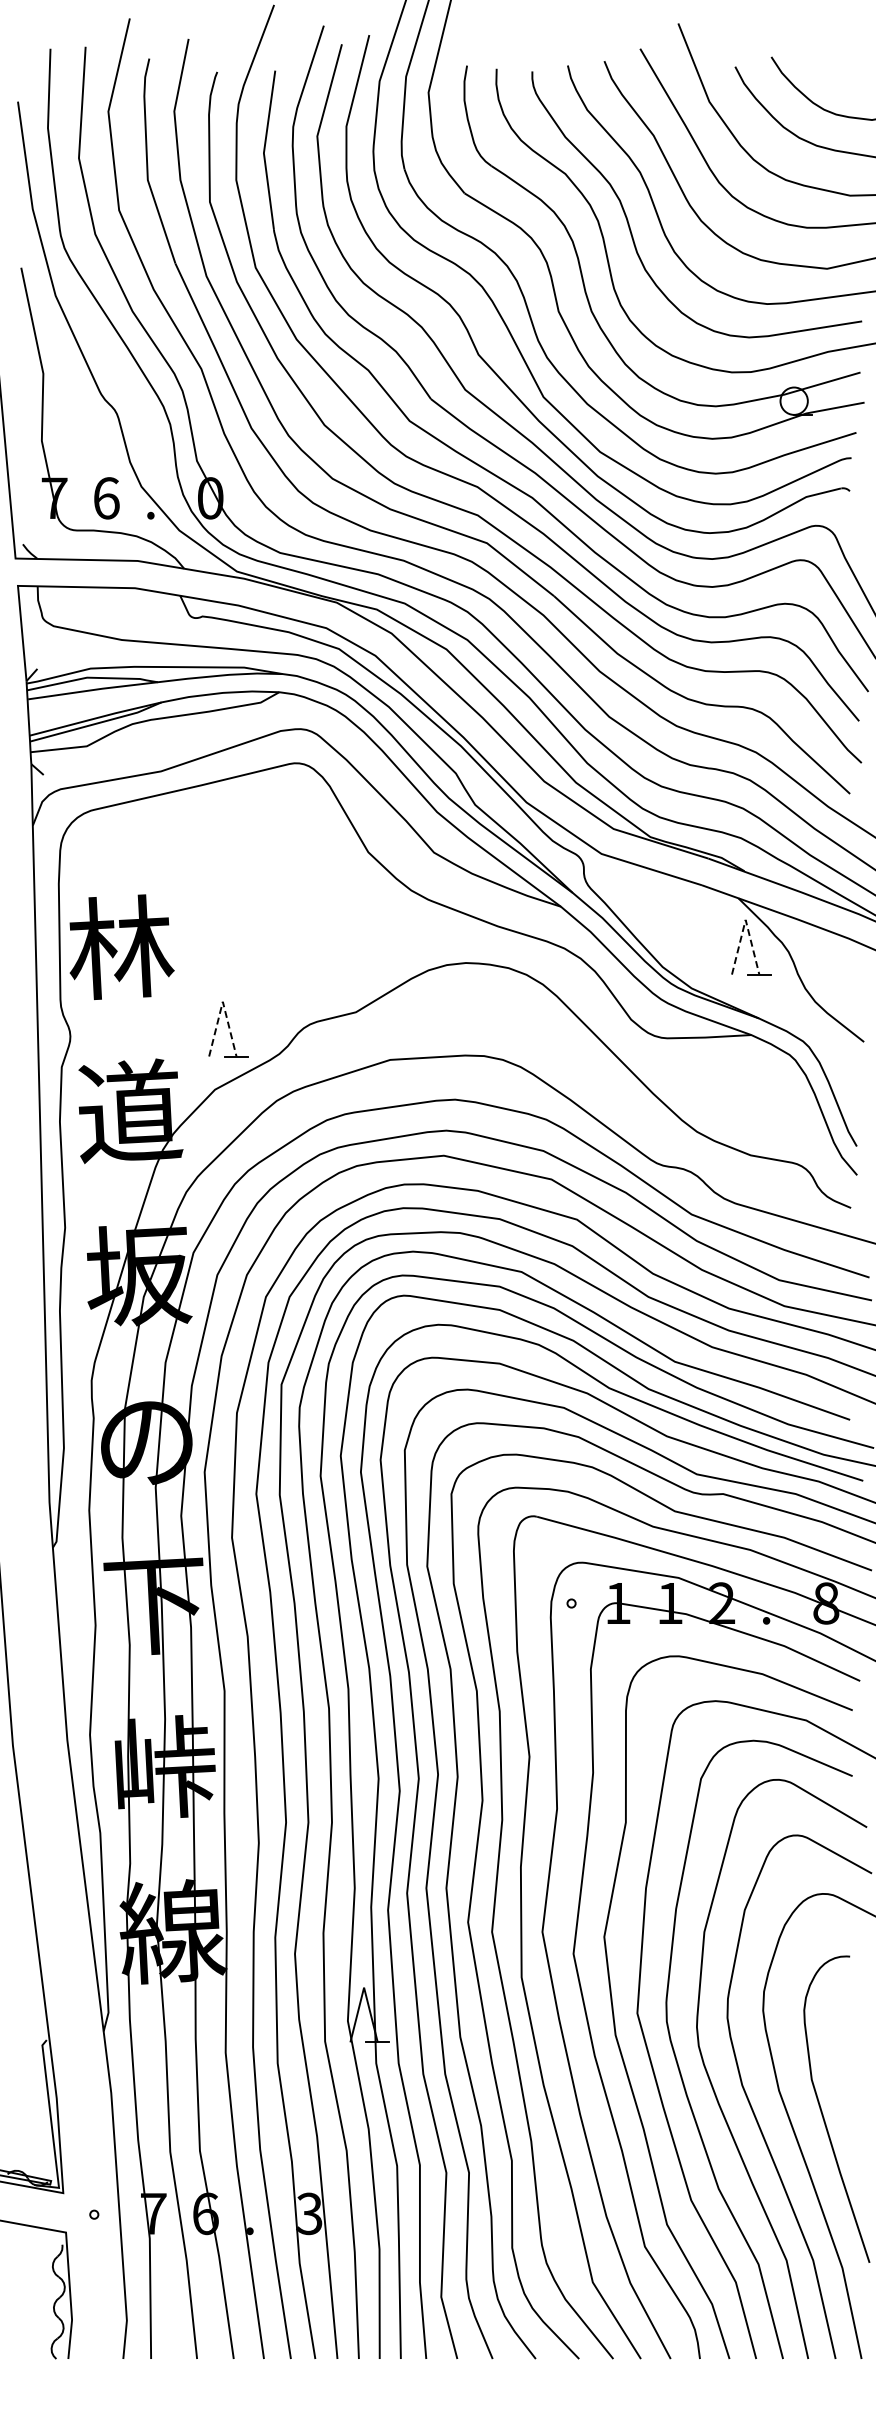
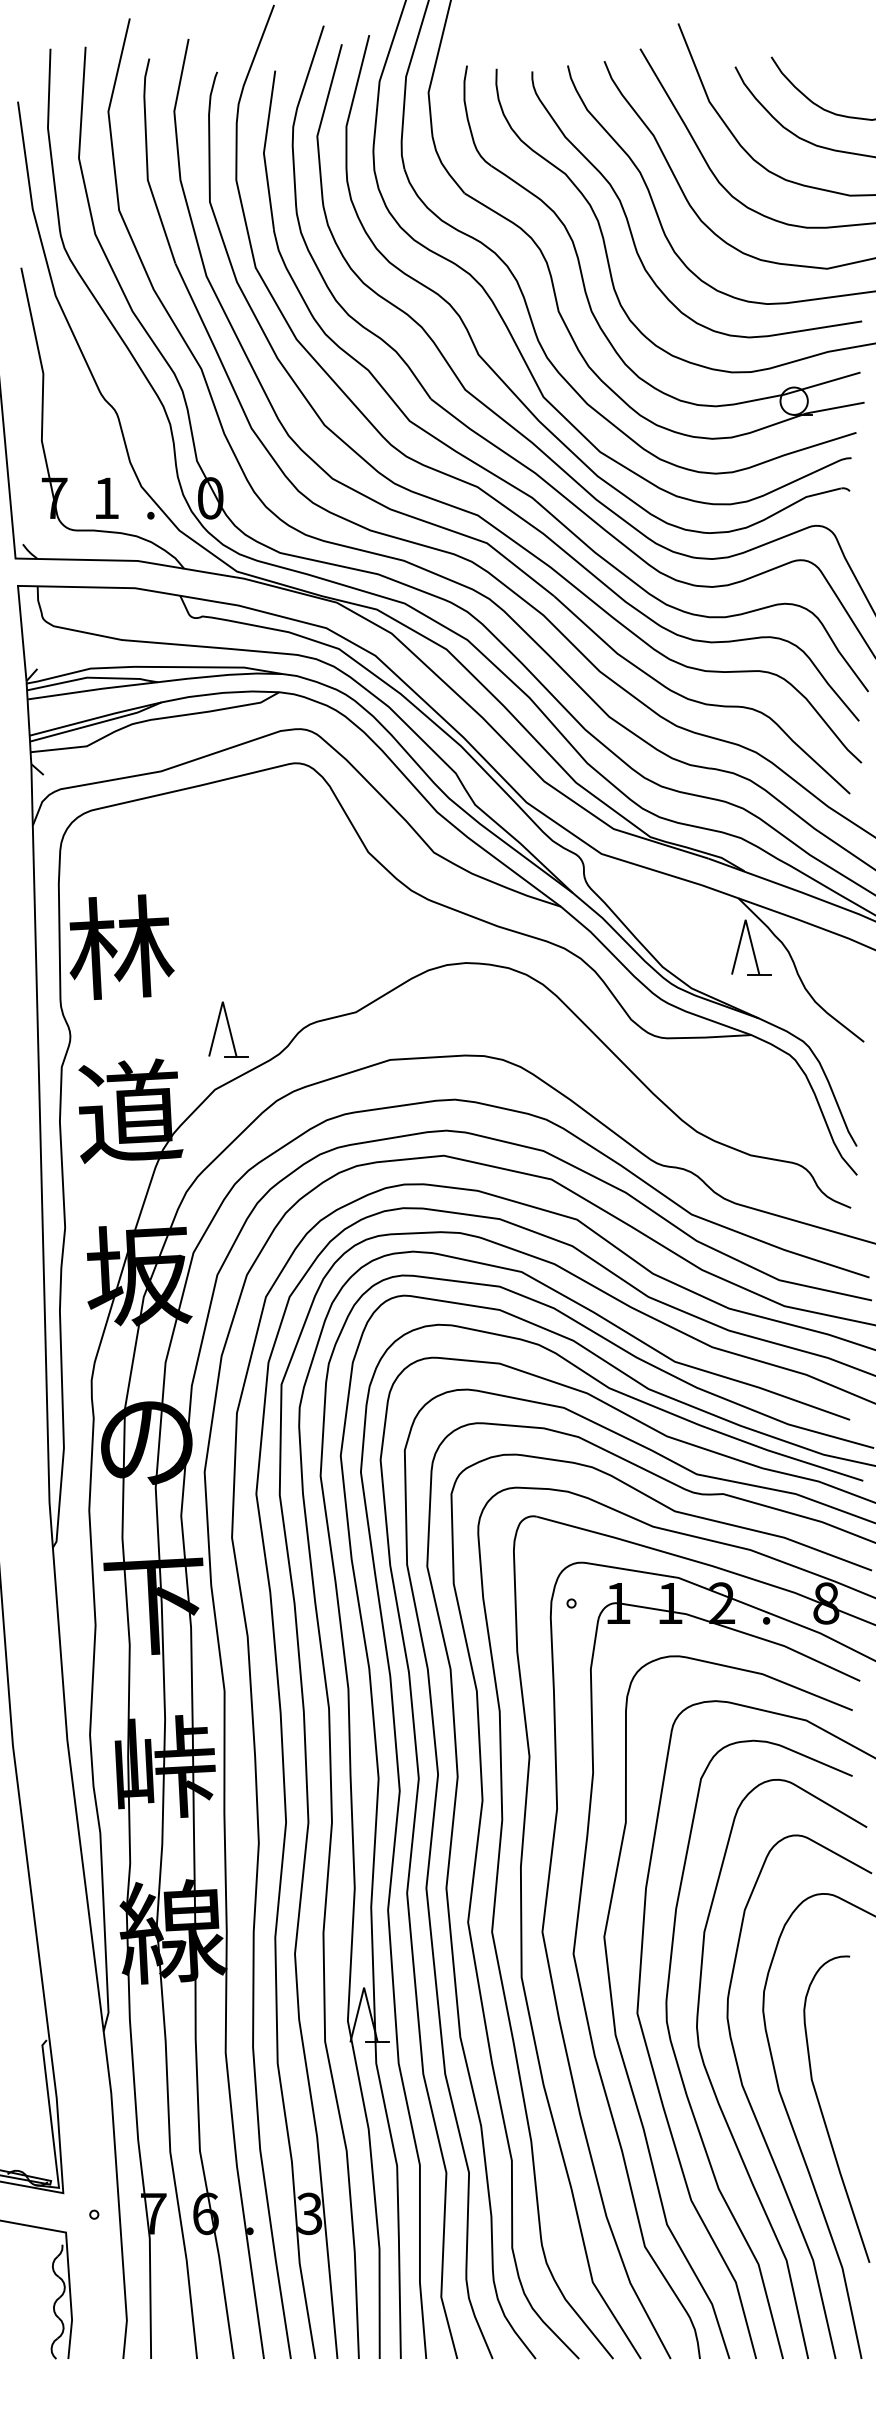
text at (106, 498): 6 -> 1
line at (745, 919): dashed -> solid
line at (222, 1001): dashed -> solid
